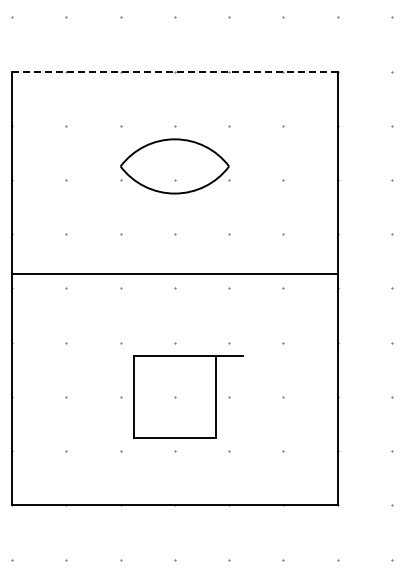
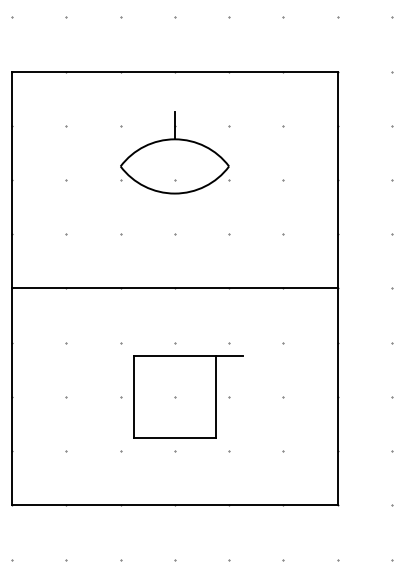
line at (174, 71): dashed -> solid
line at (174, 125): none -> present
line at (174, 274) position: (174, 274) -> (174, 288)
